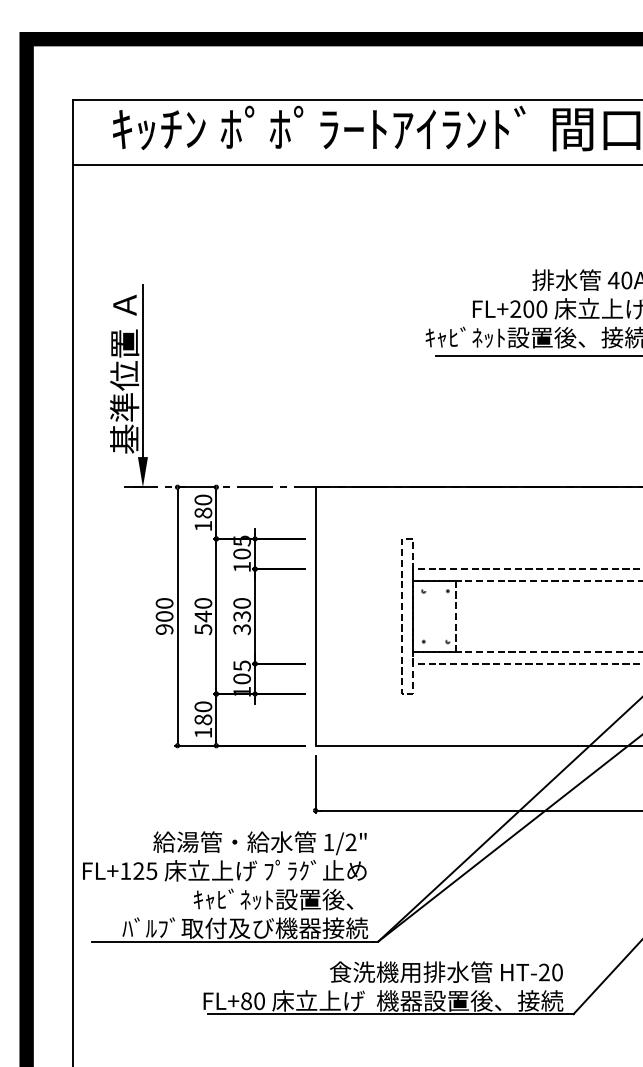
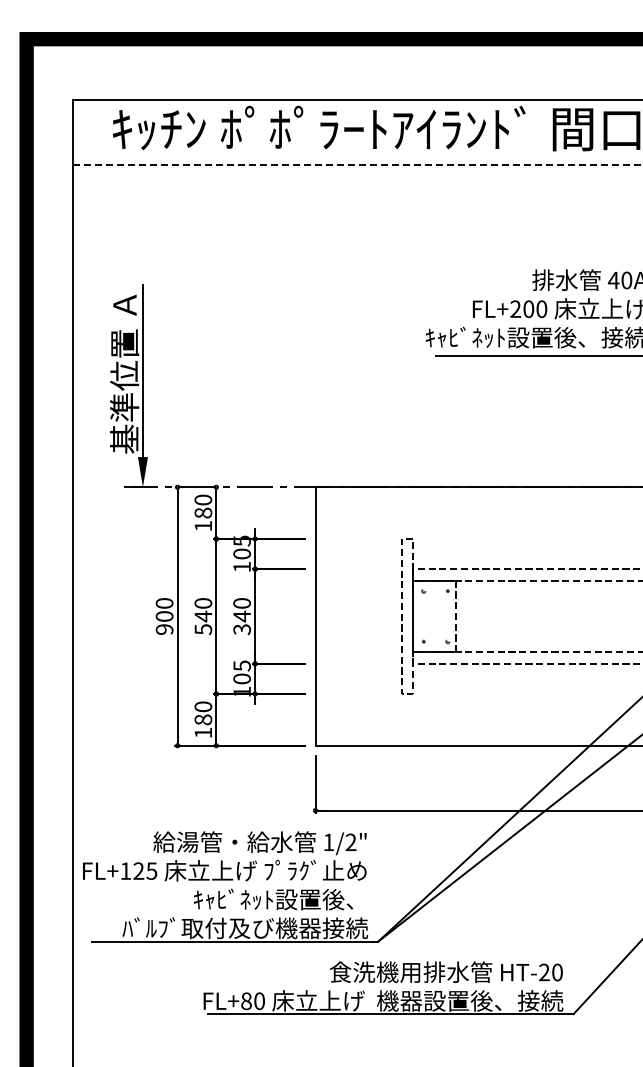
line at (358, 164): solid -> dashed
text at (241, 616): 330 -> 340
